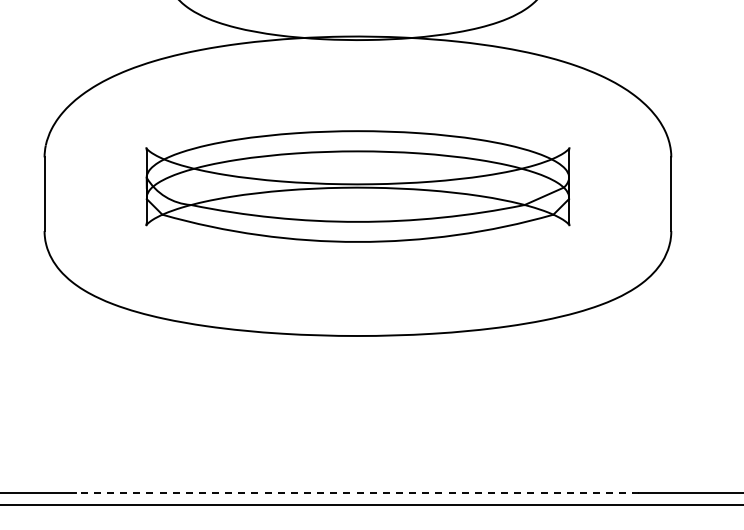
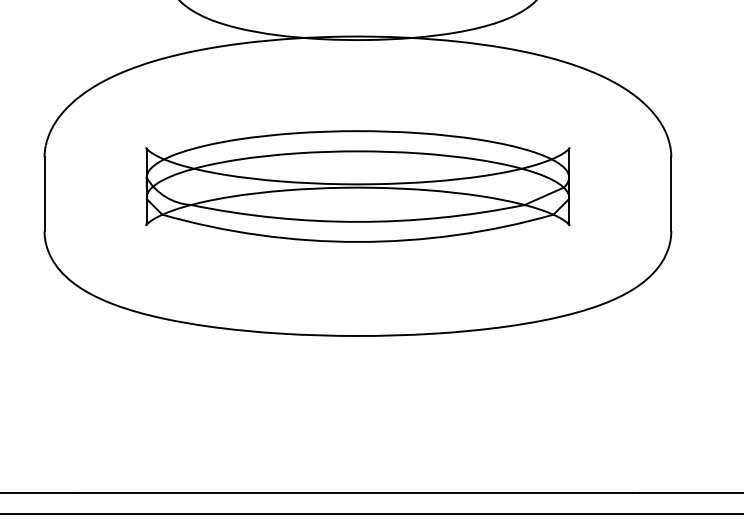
line at (357, 493): dashed -> solid
line at (371, 505) position: (371, 505) -> (371, 514)
